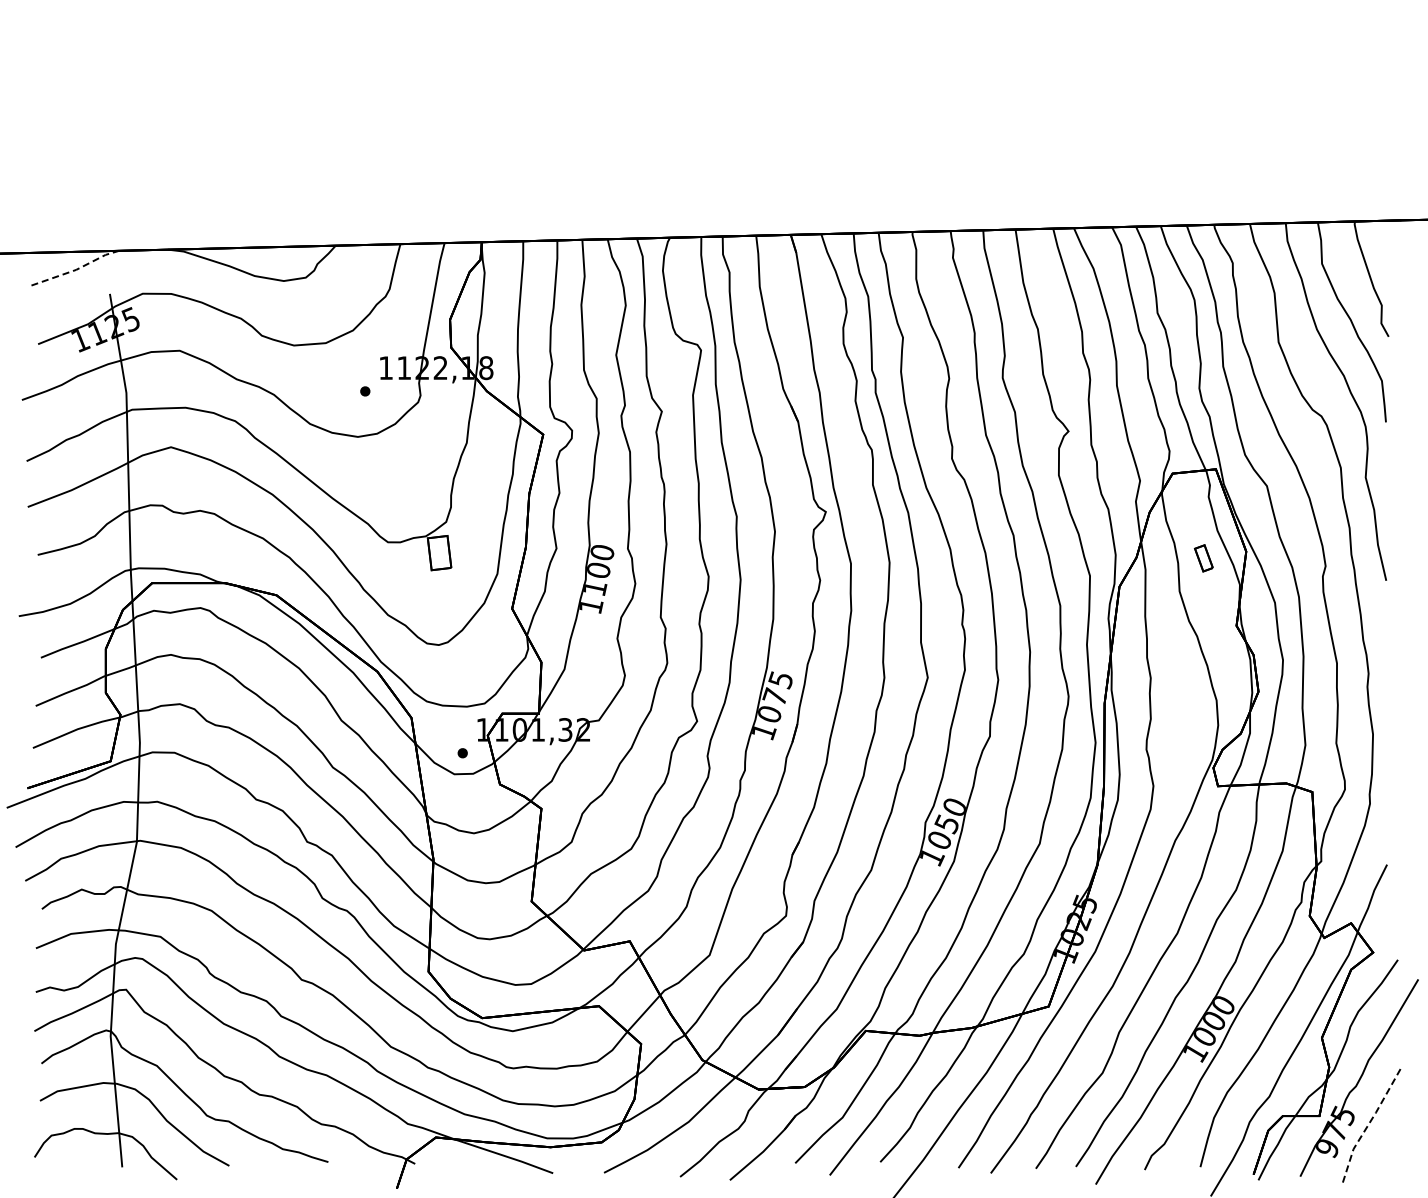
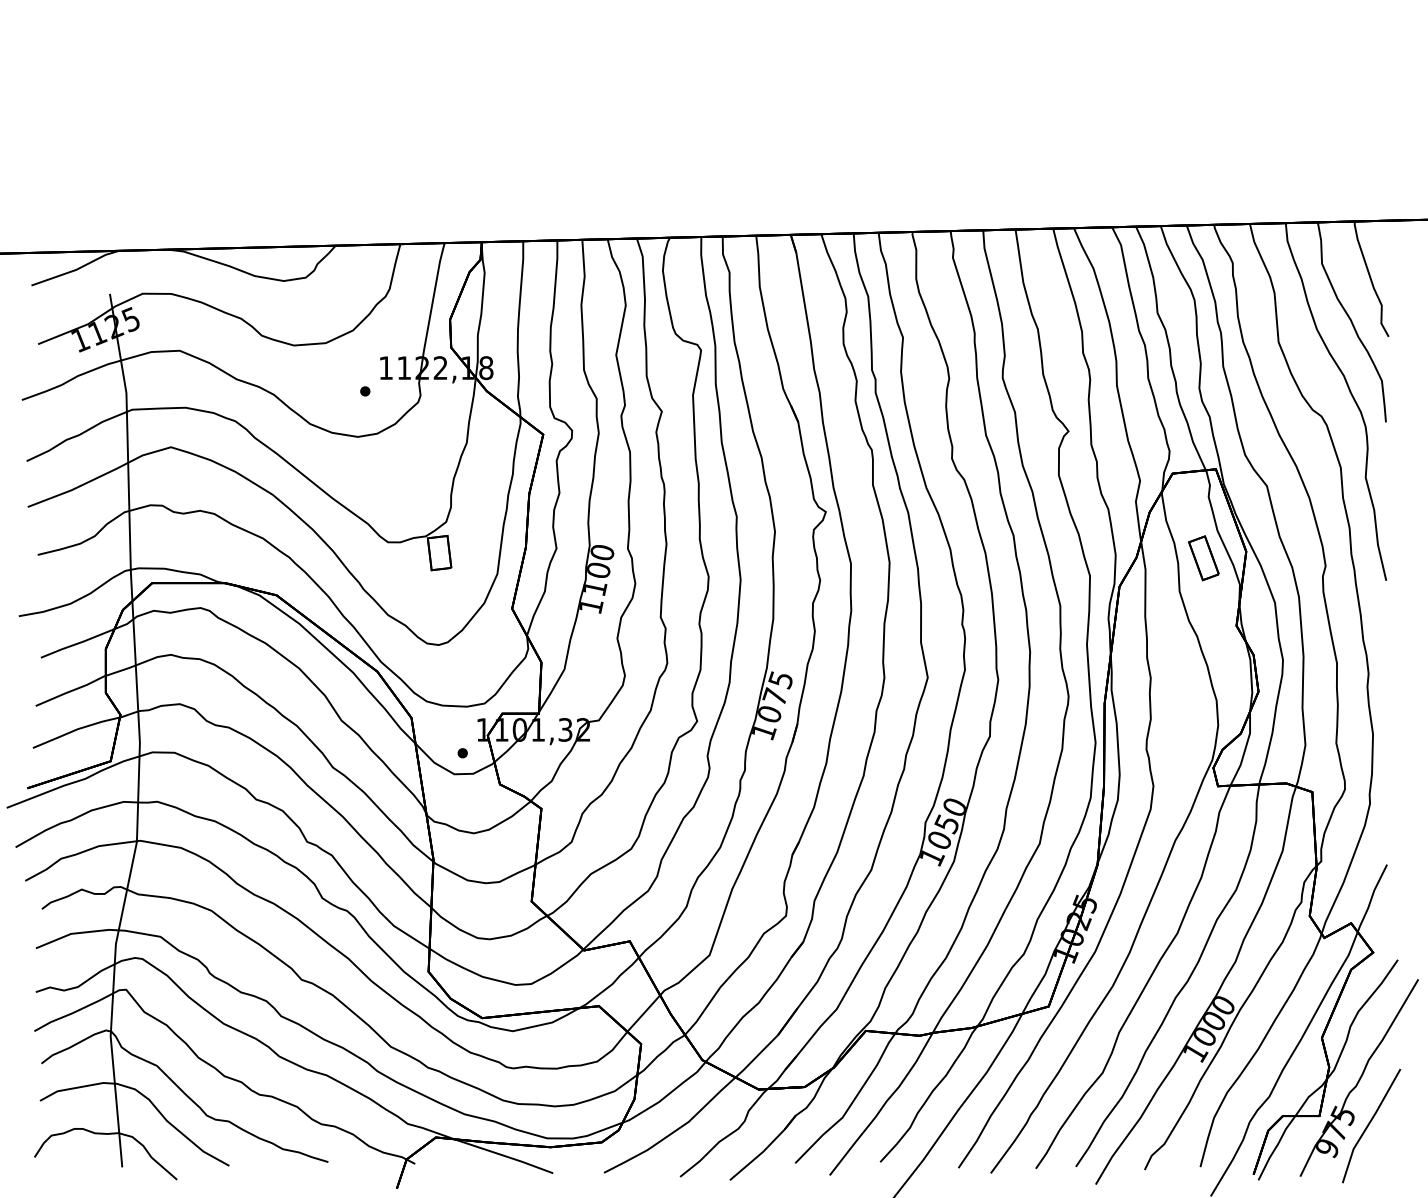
line at (76, 269): dashed -> solid
part at (1203, 558) size: 20x29 px -> 32x47 px
line at (1368, 1124): dashed -> solid
